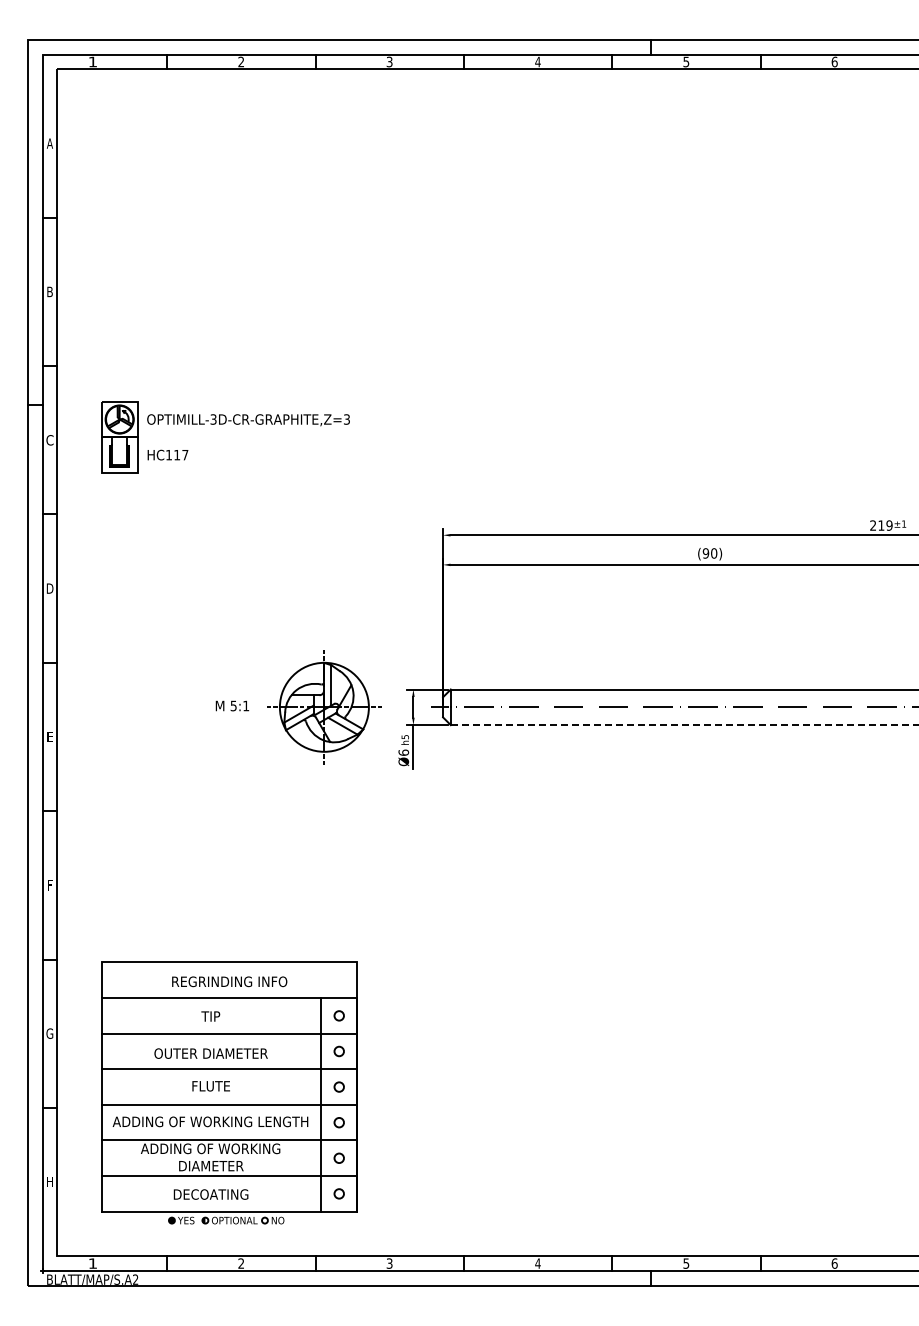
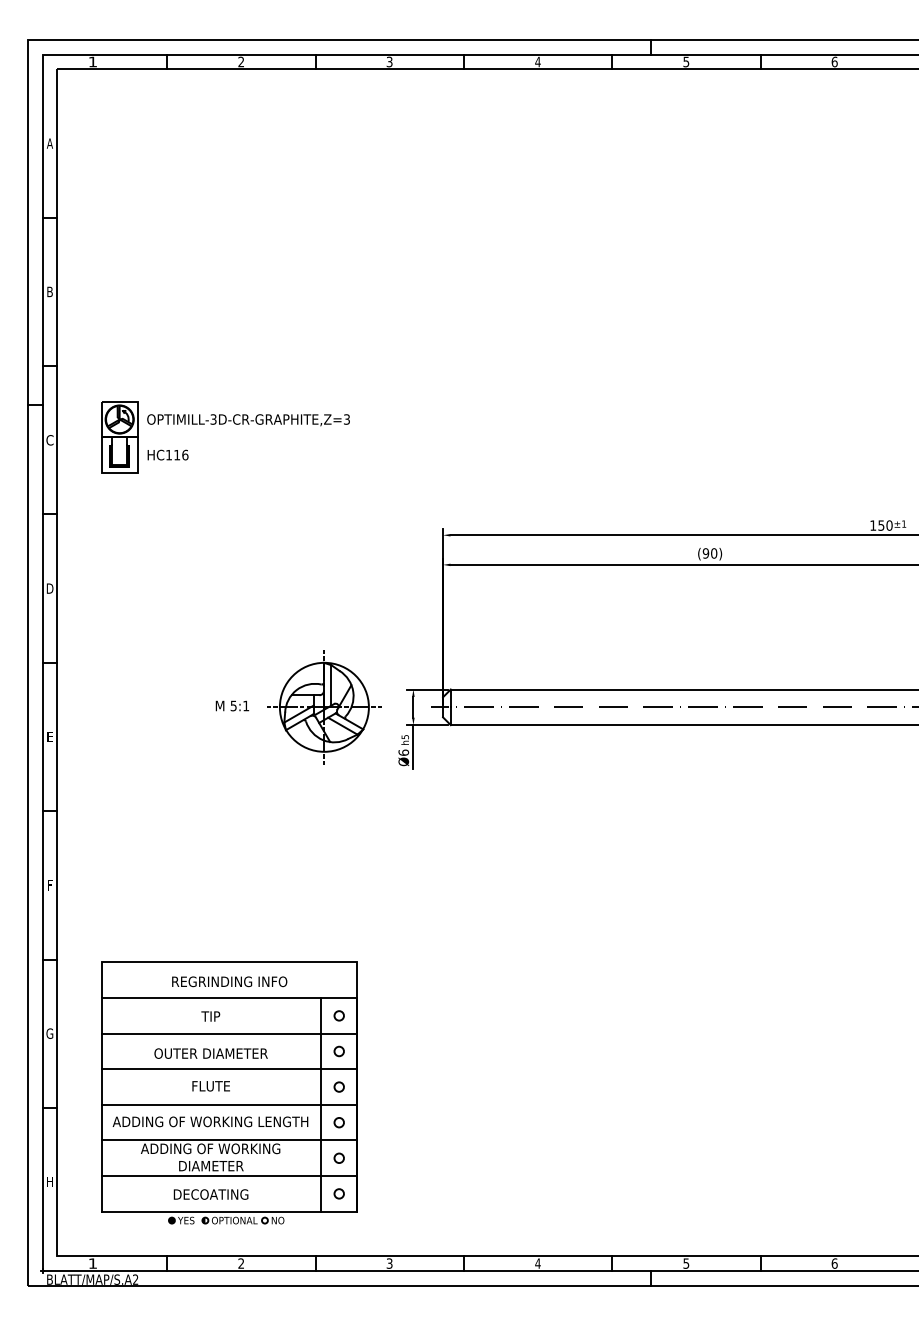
text at (185, 454): HC117 -> HC116
text at (881, 525): 219 -> 150
line at (684, 725): dashed -> solid
